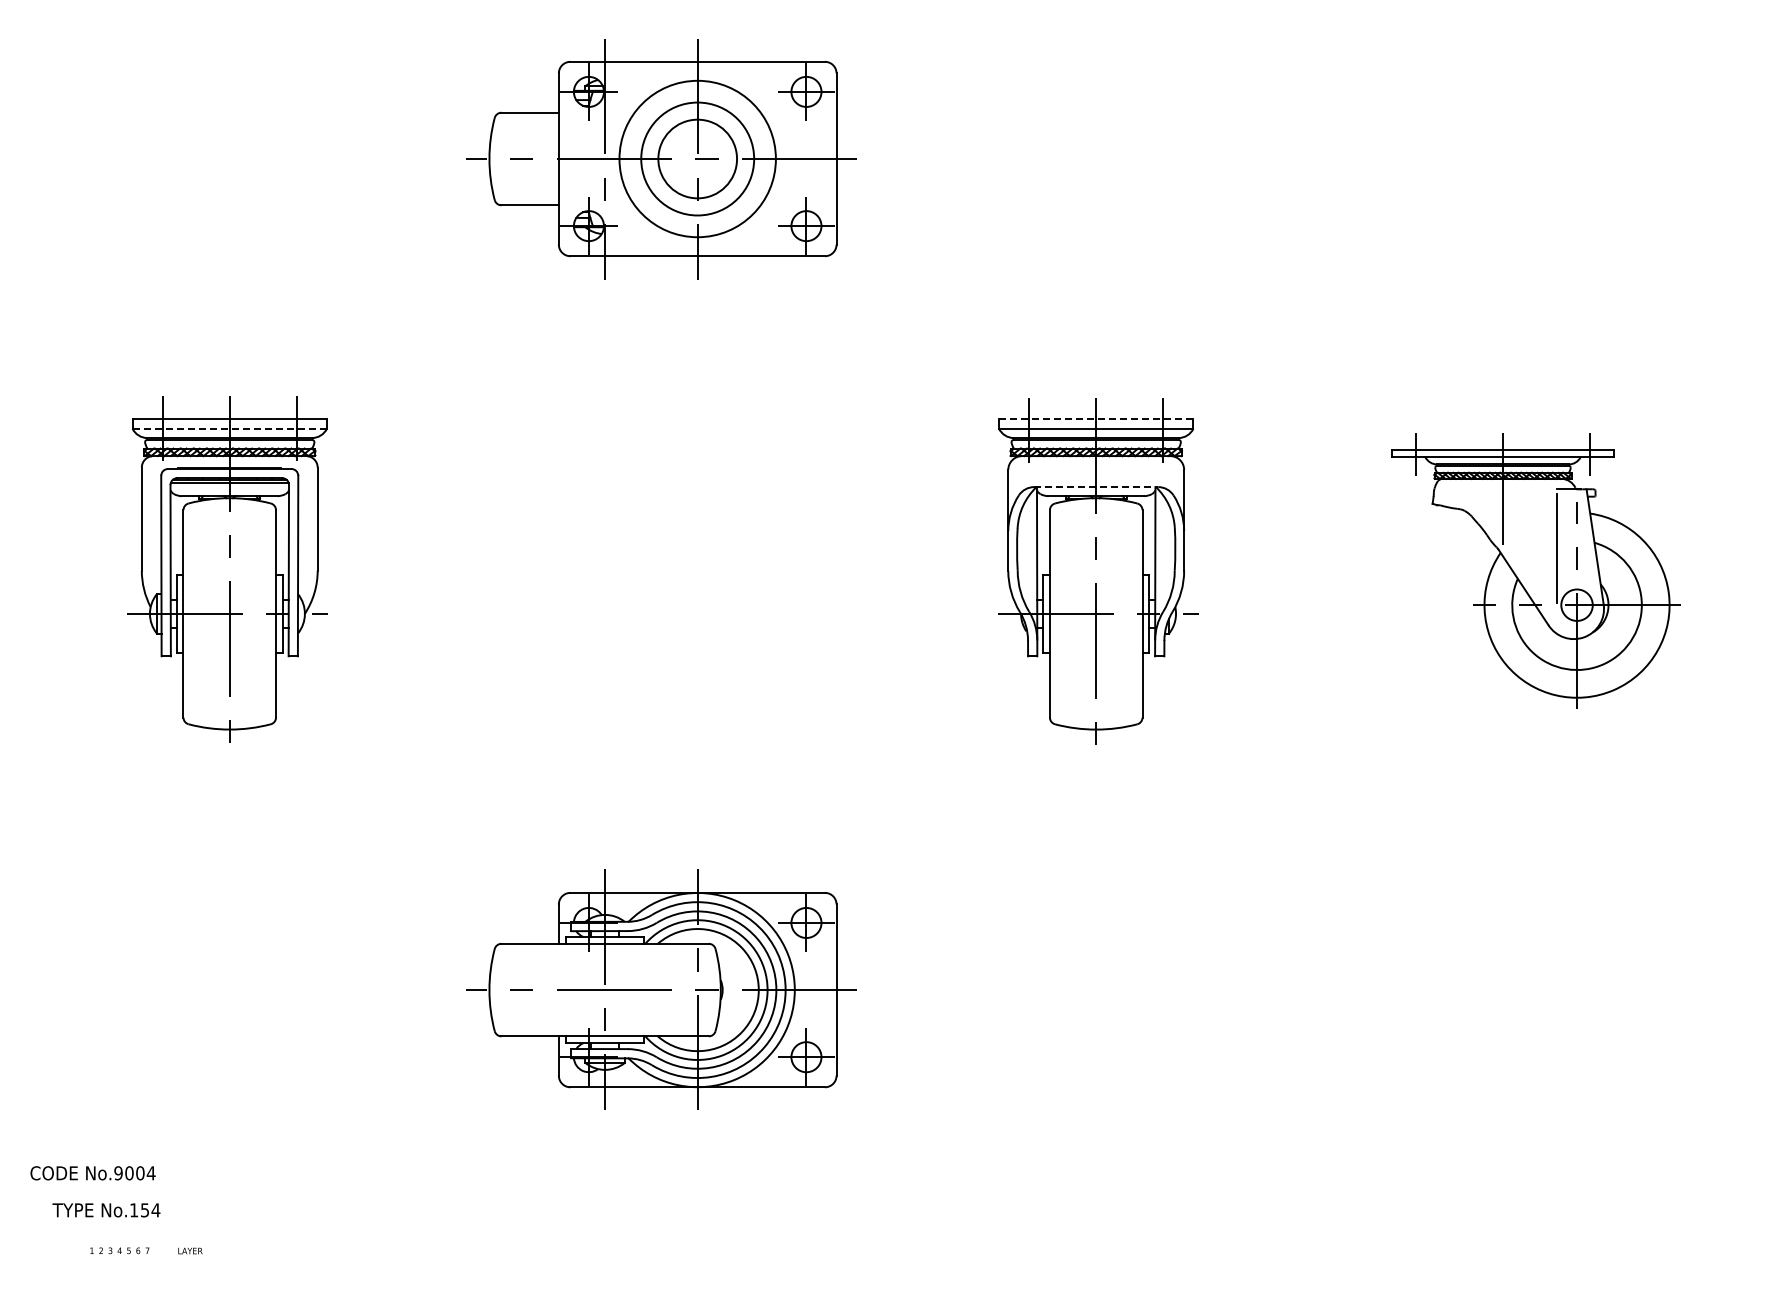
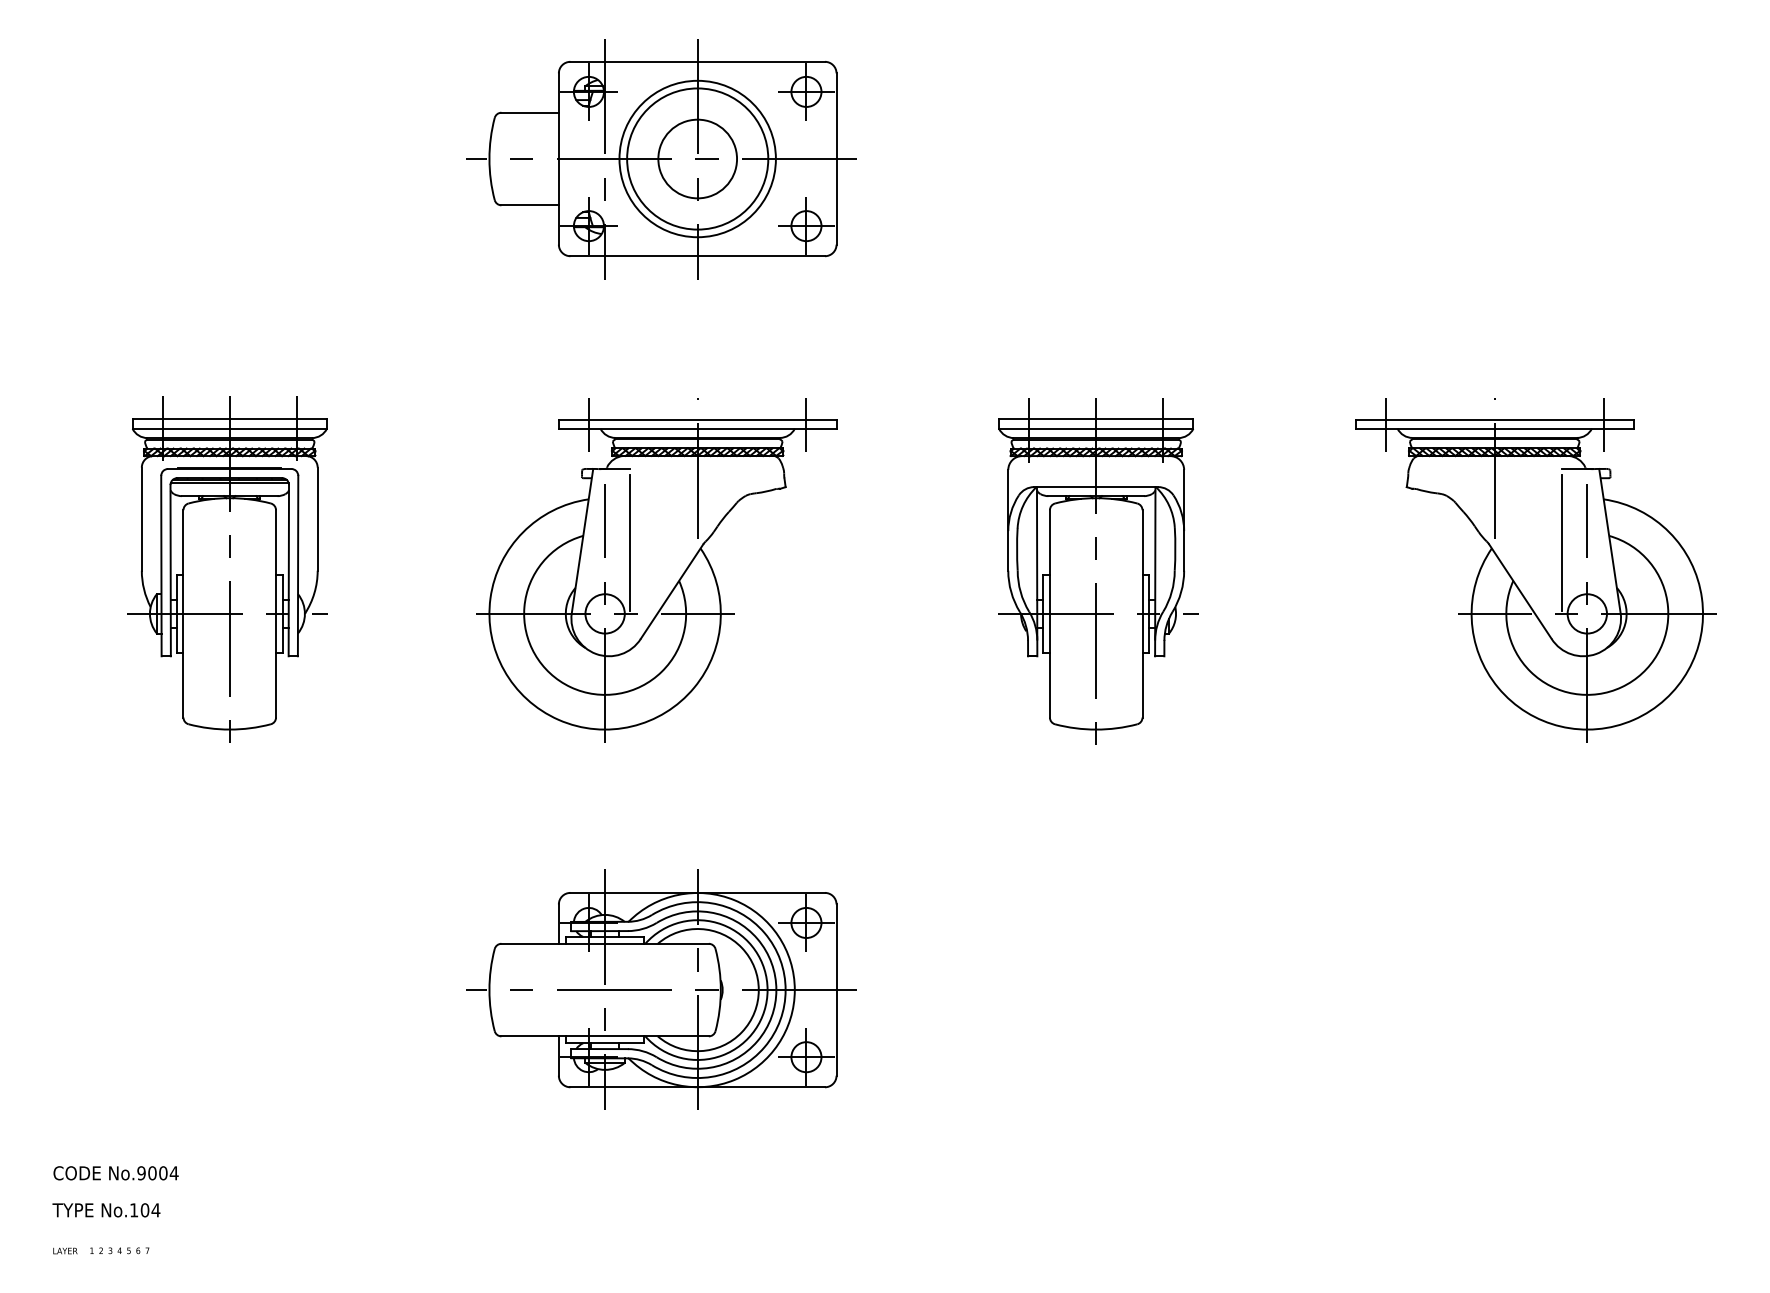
circle at (697, 158) diameter: 113 px -> 141 px
line at (1096, 419): dashed -> solid
line at (230, 428): dashed -> solid
line at (1096, 487): dashed -> solid
part at (656, 570): none -> present
part at (1535, 570) size: 290x276 px -> 362x345 px
text at (92, 1173) position: (92, 1173) -> (115, 1173)
text at (144, 1210): No.154 -> No.104
text at (190, 1250) position: (190, 1250) -> (65, 1250)
